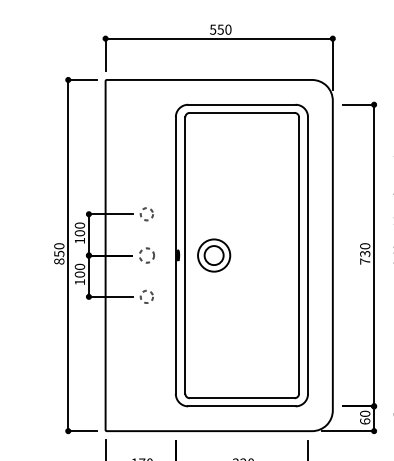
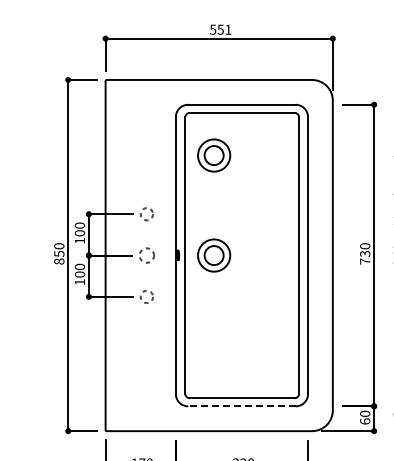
text at (228, 29): 550 -> 551
part at (214, 155): none -> present
line at (241, 406): solid -> dashed
